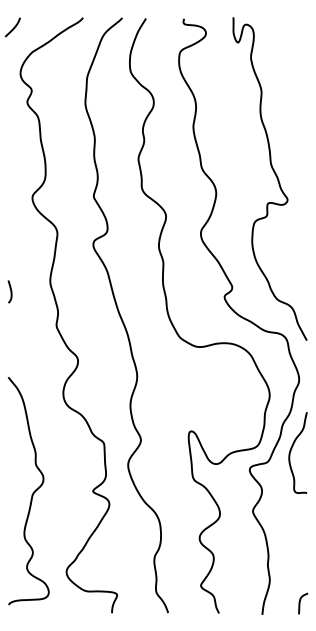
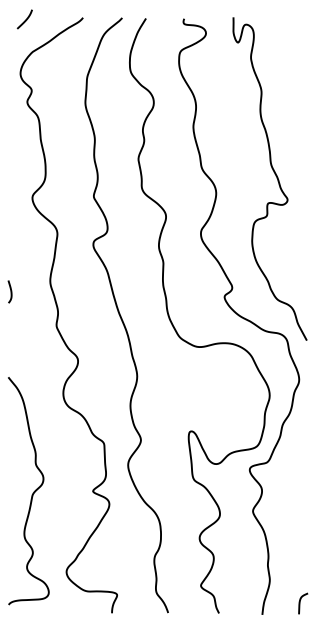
curve at (13, 27) position: (13, 27) -> (25, 19)
curve at (291, 451): present -> none
